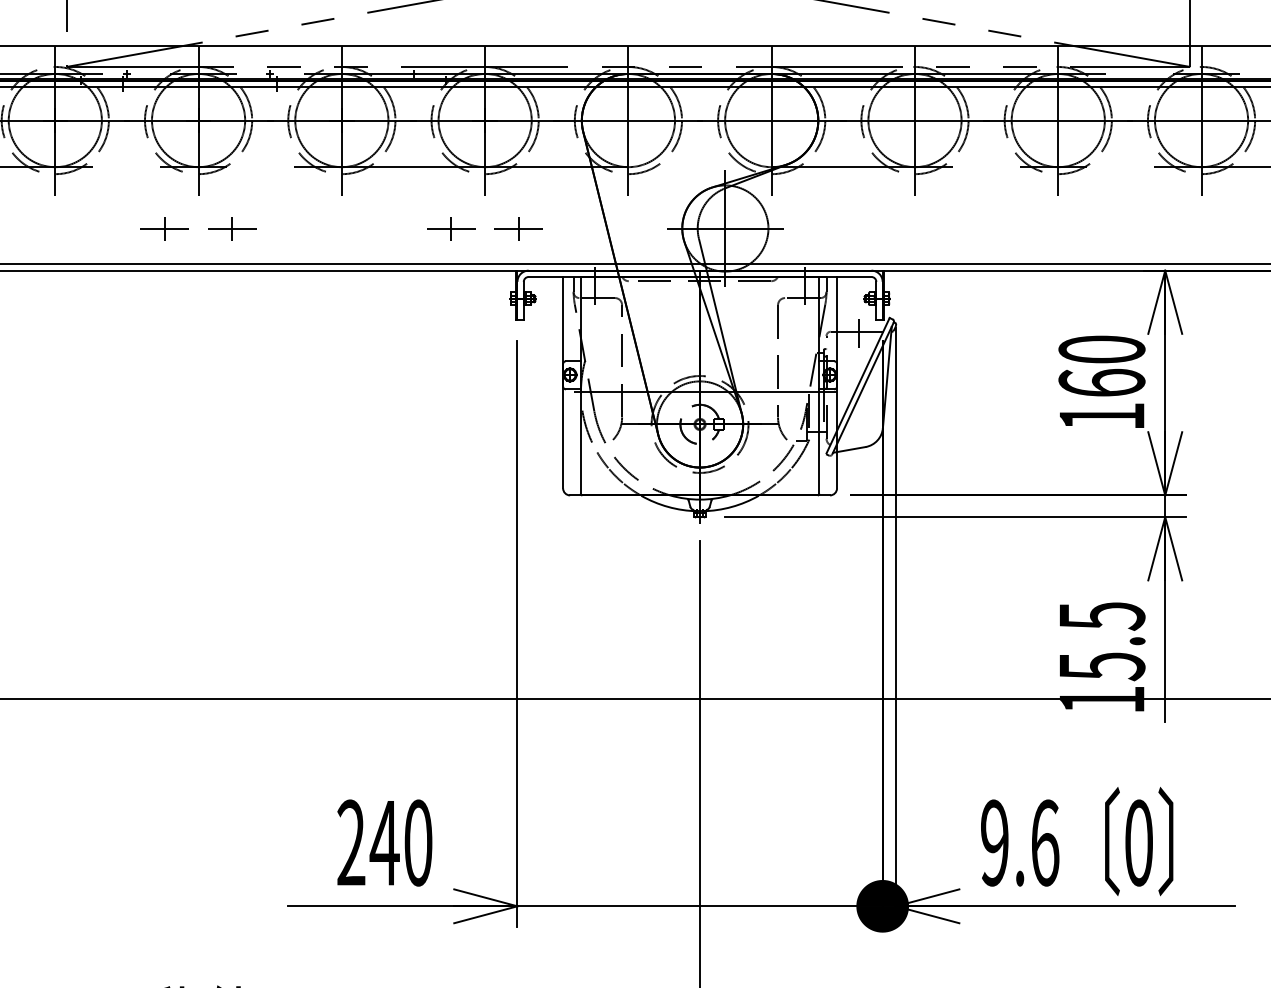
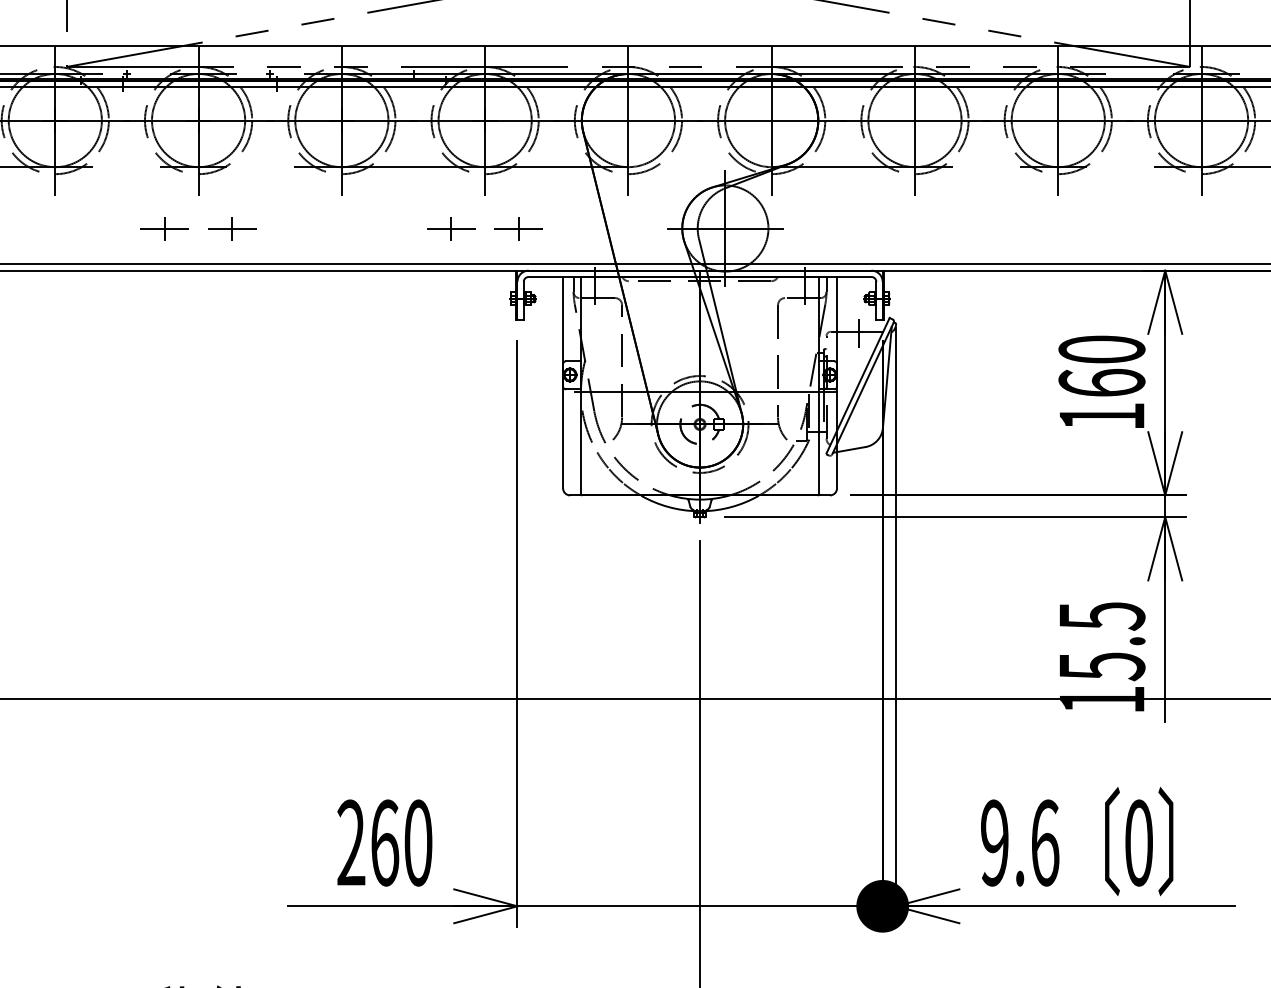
text at (384, 842): 240 -> 260
